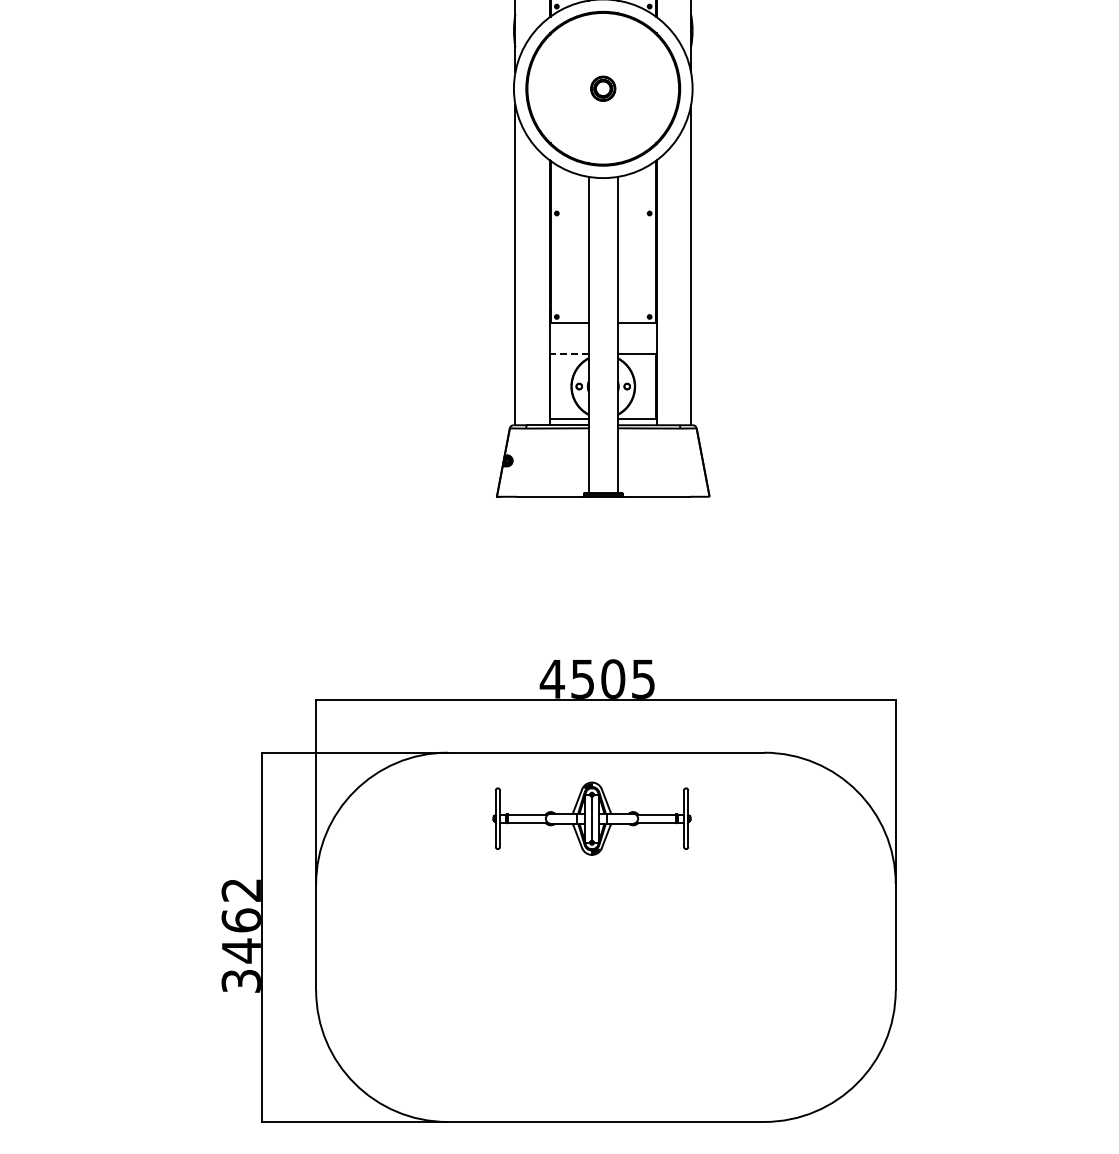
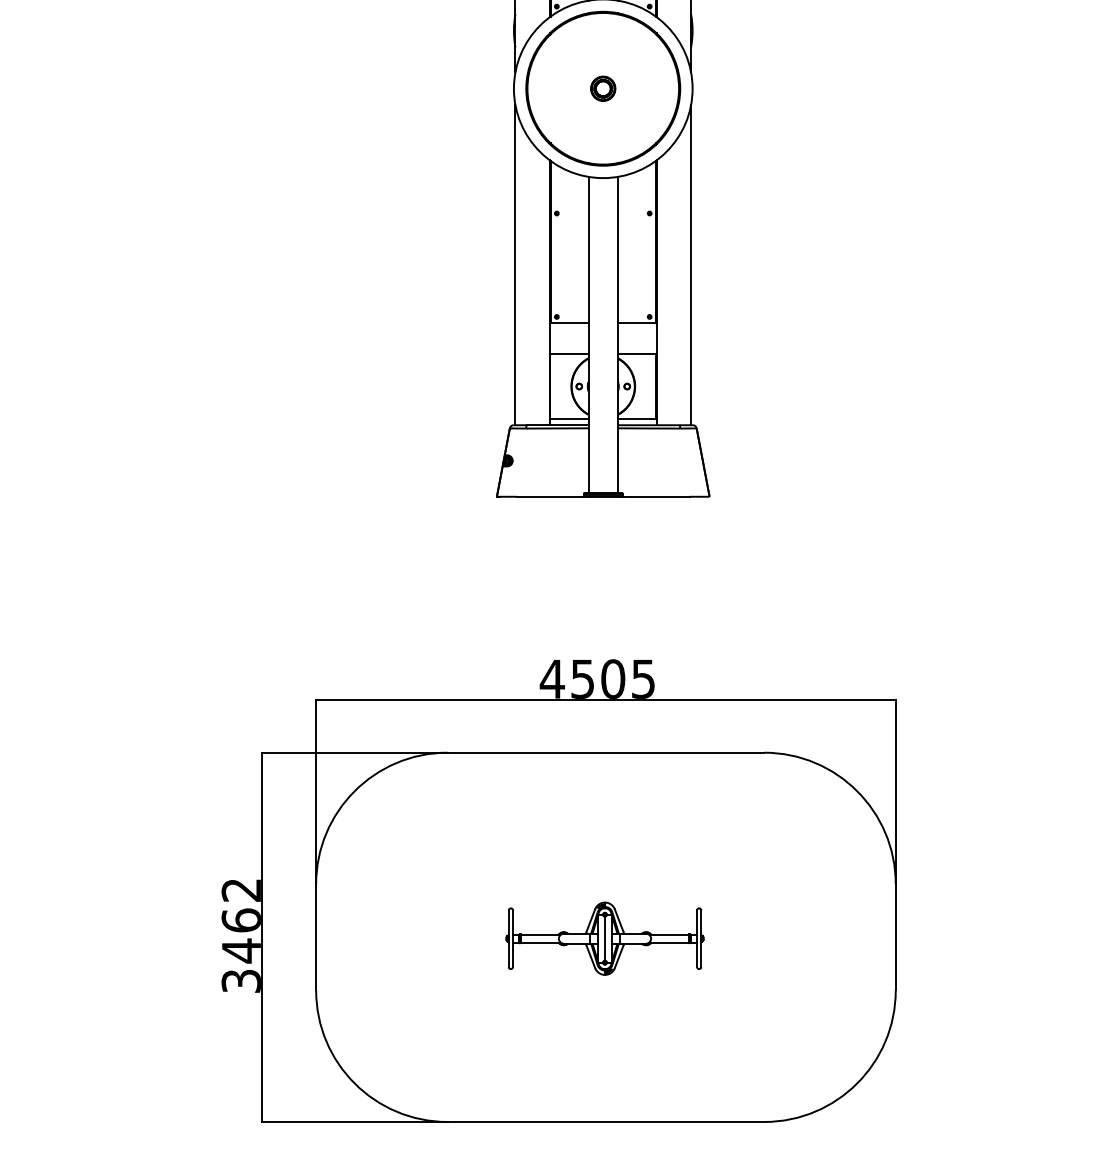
line at (568, 353): dashed -> solid
part at (591, 818) position: (591, 818) -> (604, 938)
